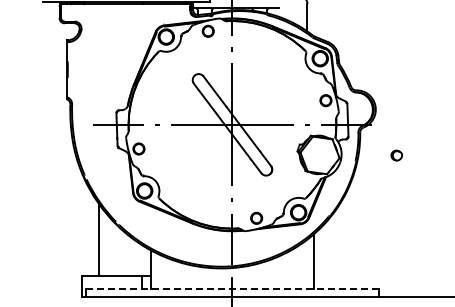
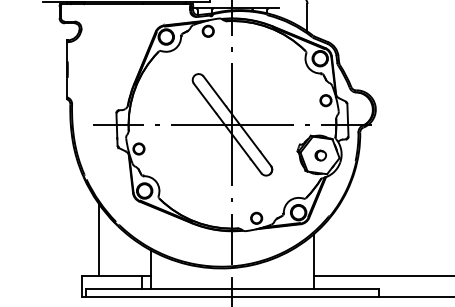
part at (396, 155) position: (396, 155) -> (320, 155)
line at (382, 275): none -> present
line at (232, 288): dashed -> solid
